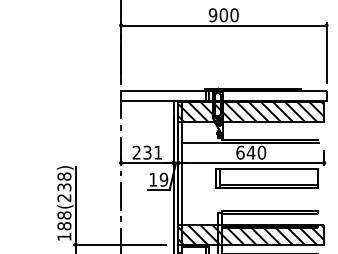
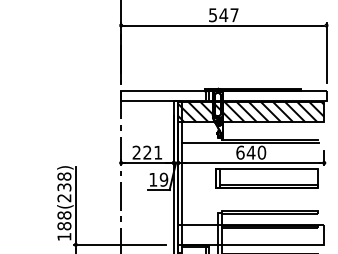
text at (223, 15): 900 -> 547
text at (147, 152): 231 -> 221
hatch at (251, 234): present -> none
